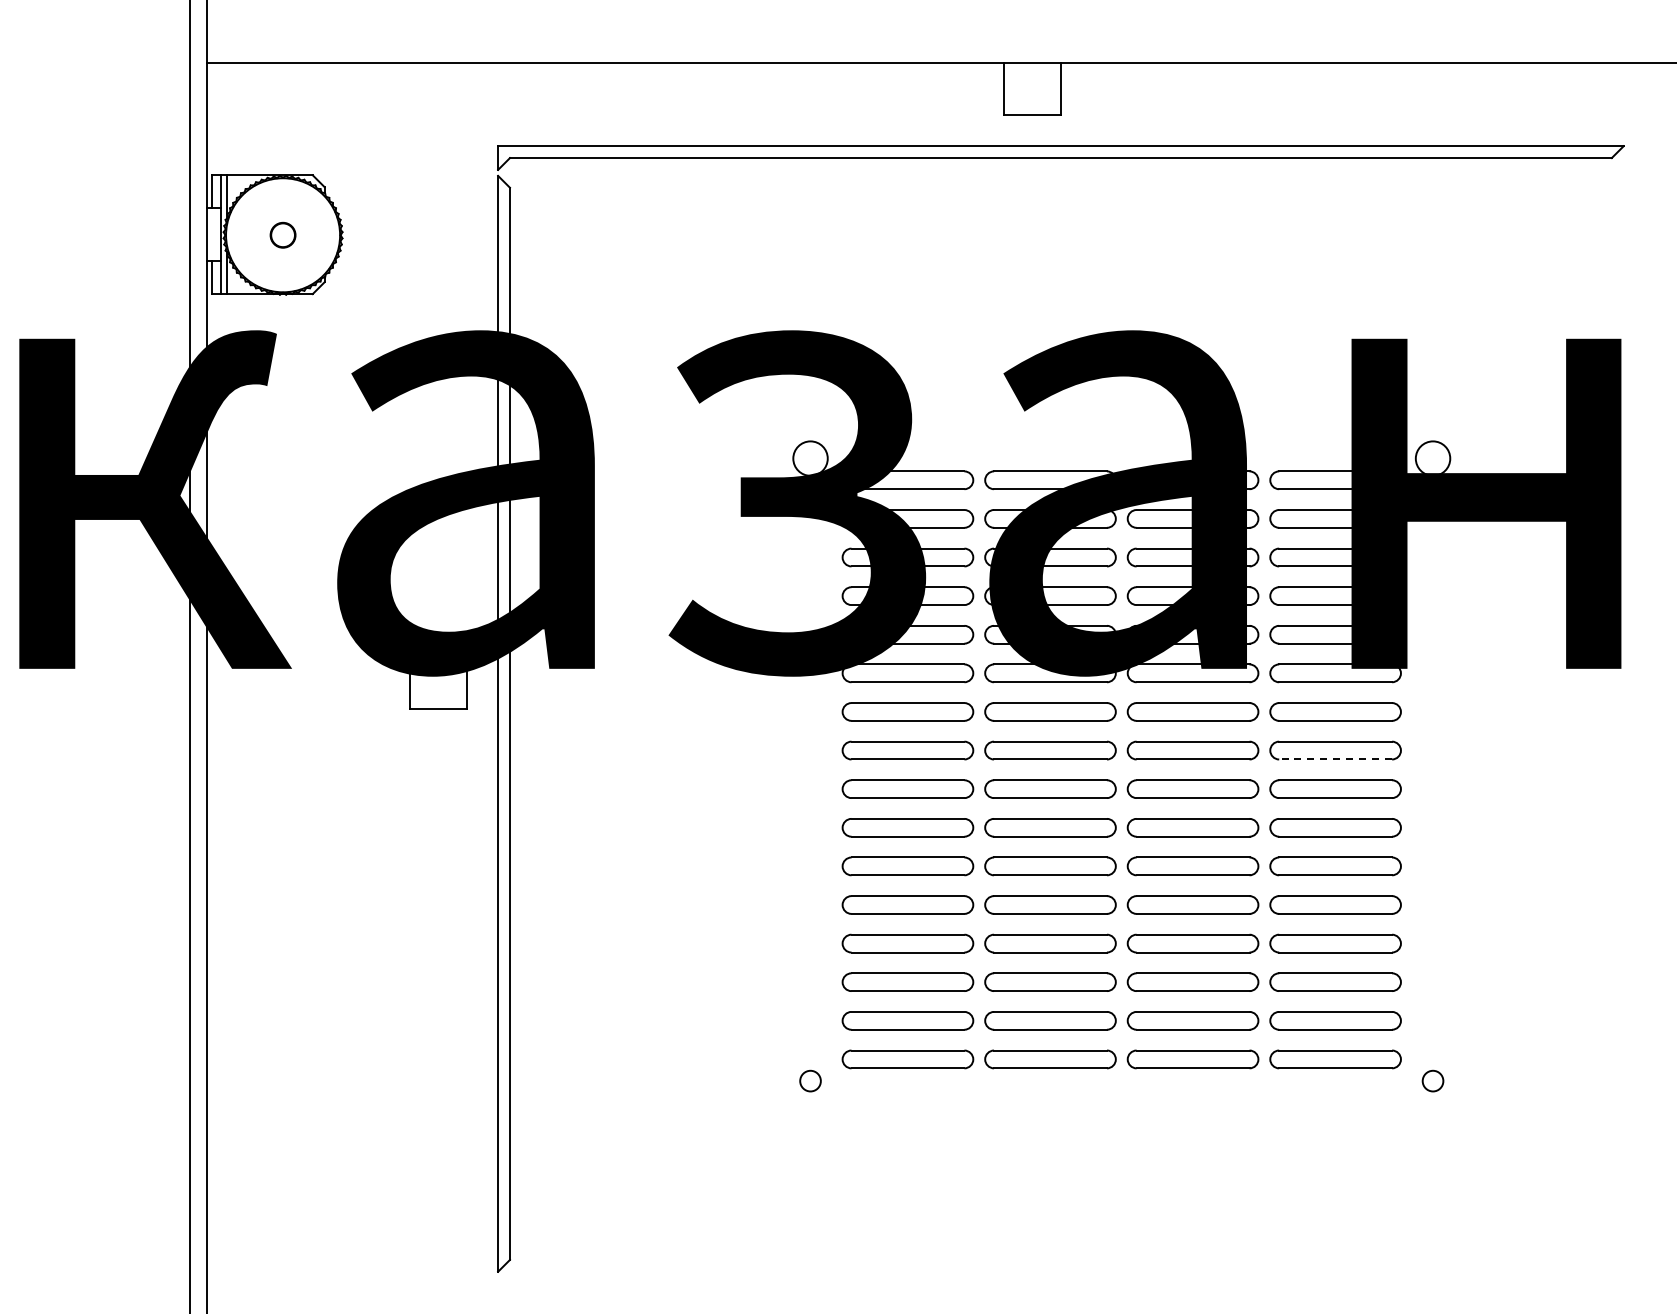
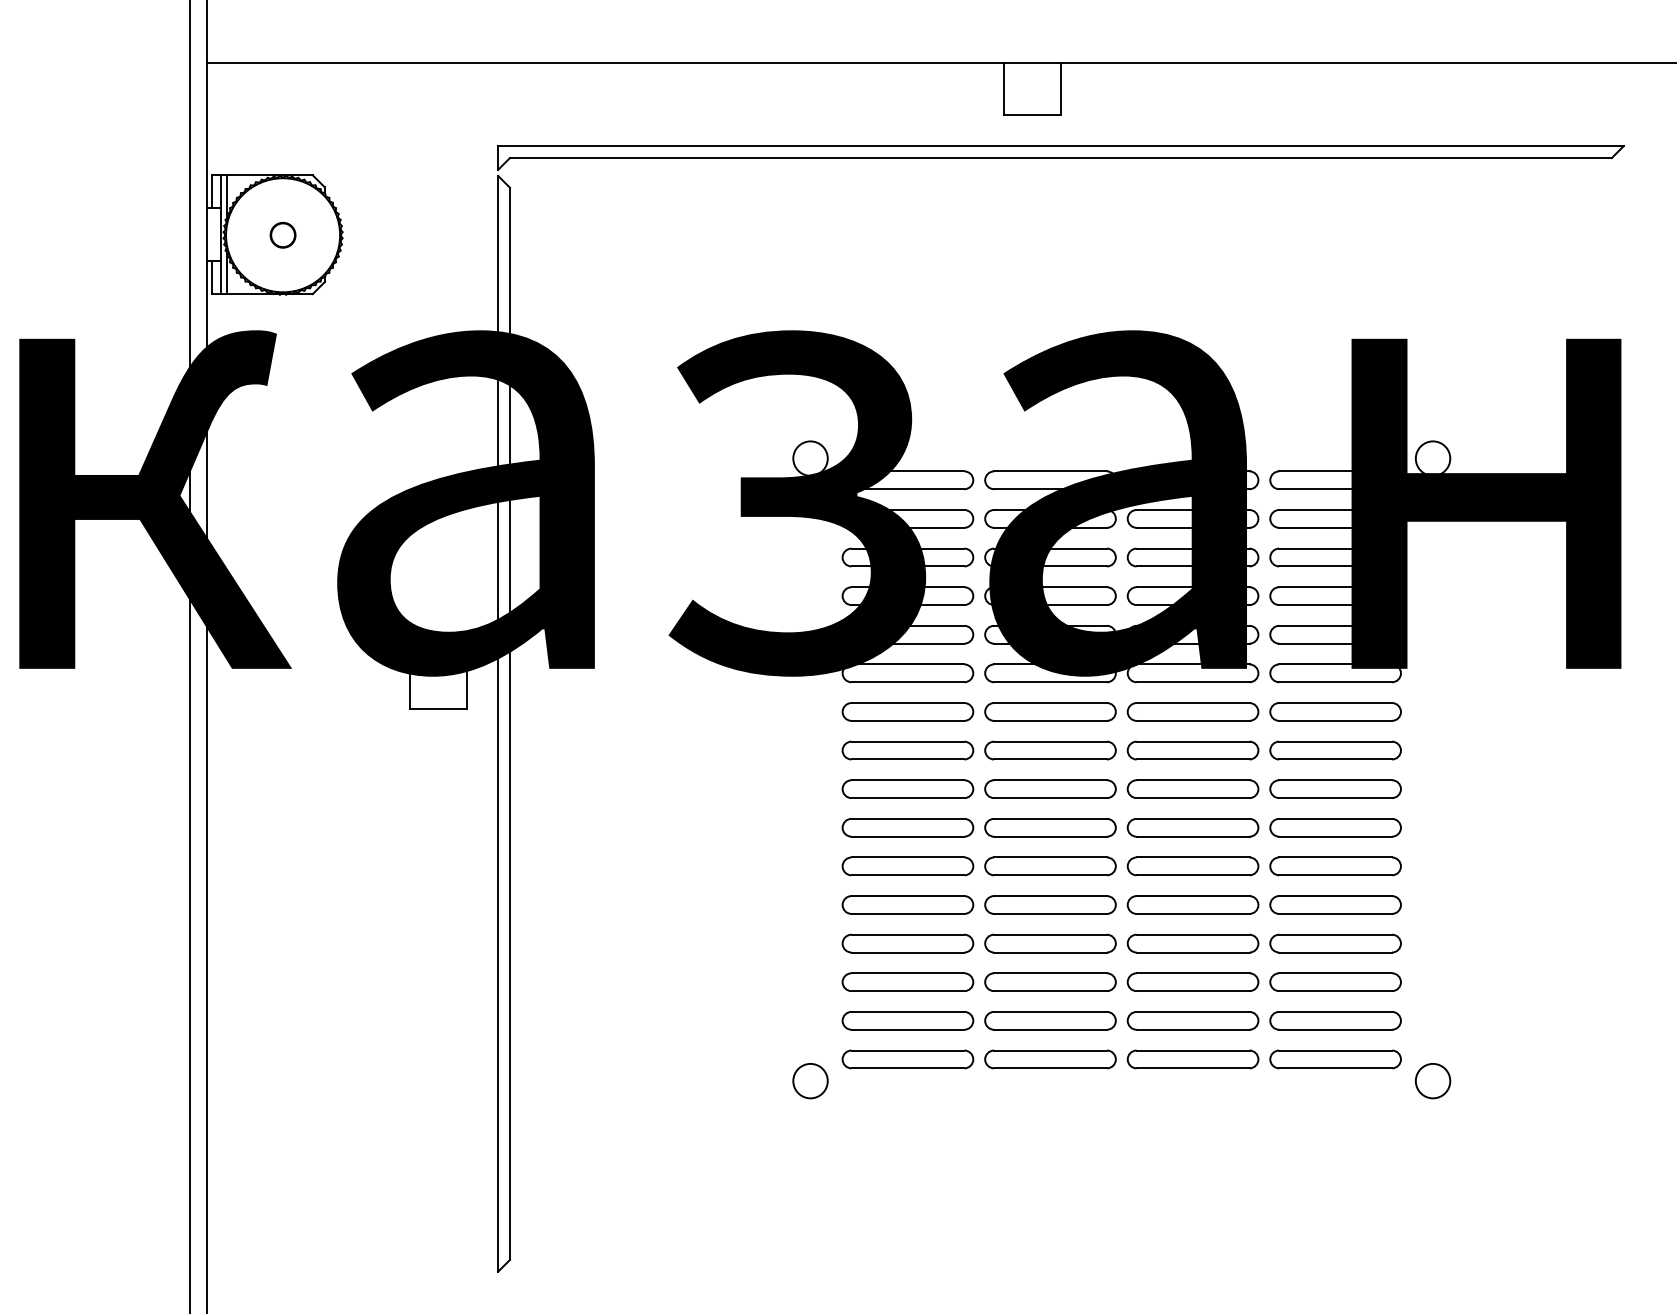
line at (1335, 759): dashed -> solid
circle at (810, 1080) diameter: 21 px -> 34 px
circle at (1432, 1080) diameter: 21 px -> 34 px
